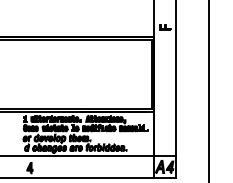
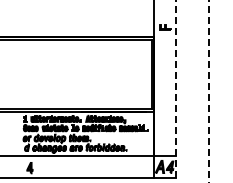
line at (176, 89): solid -> dashed
line at (209, 91): solid -> dashed
